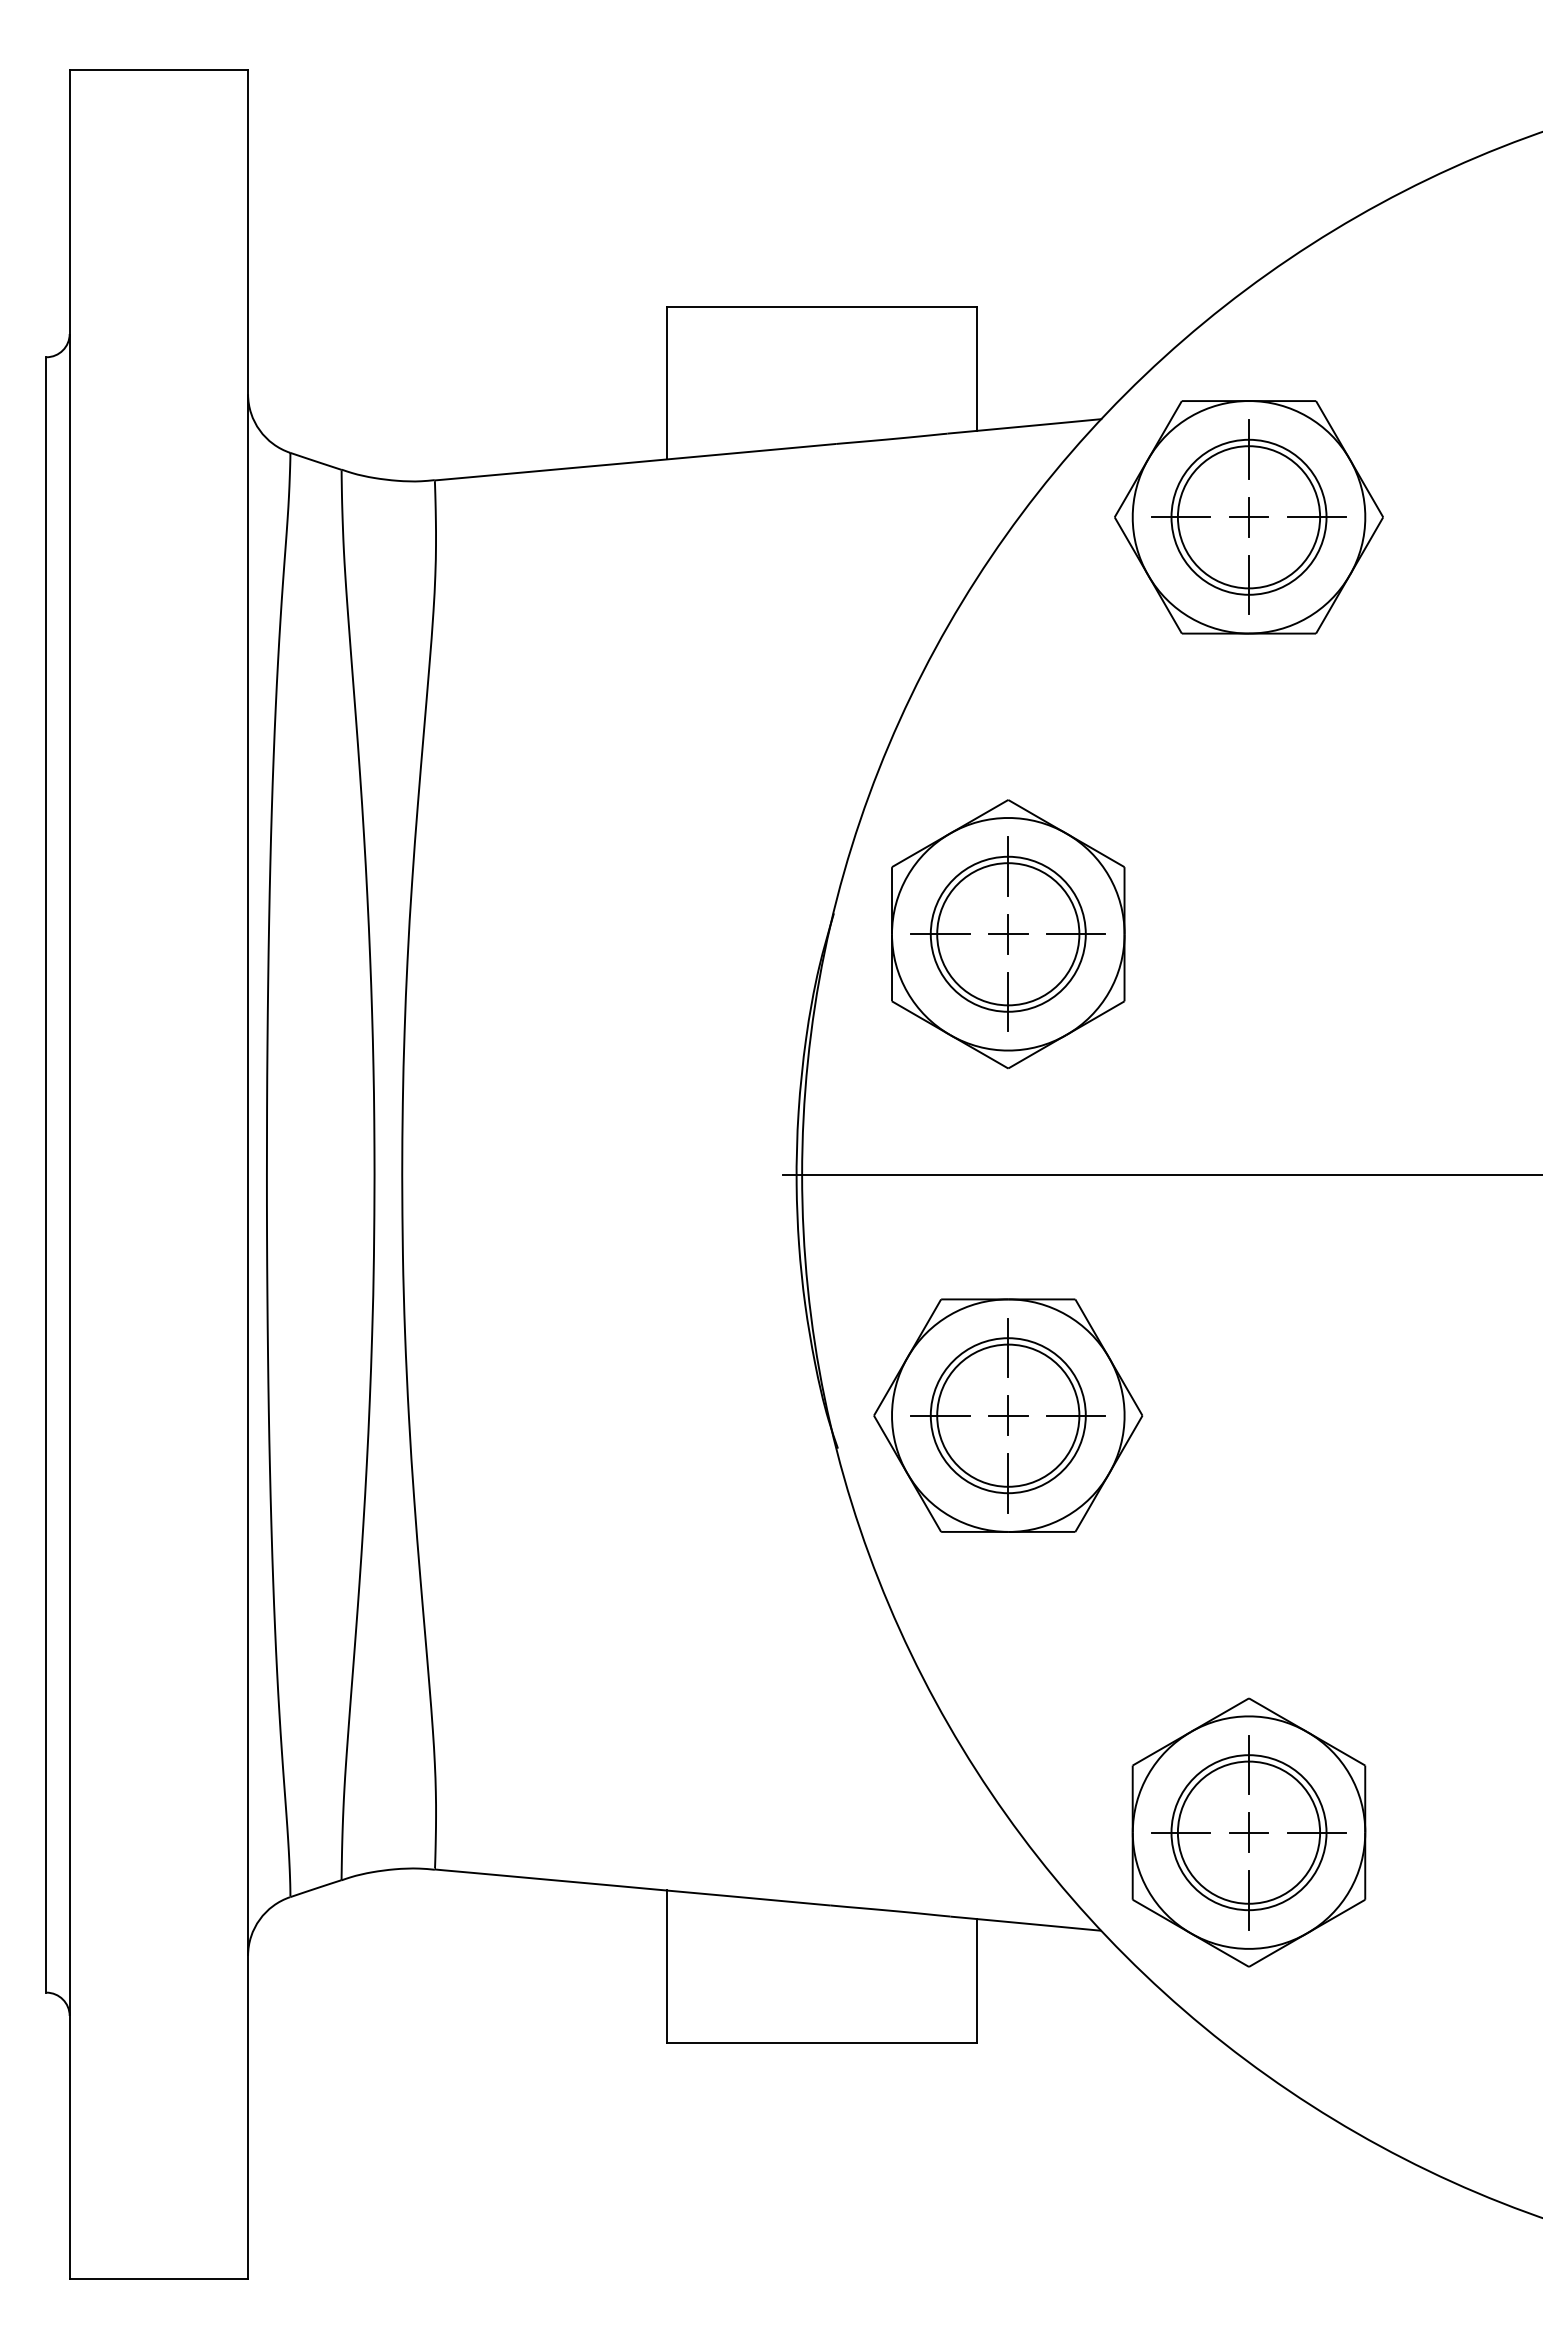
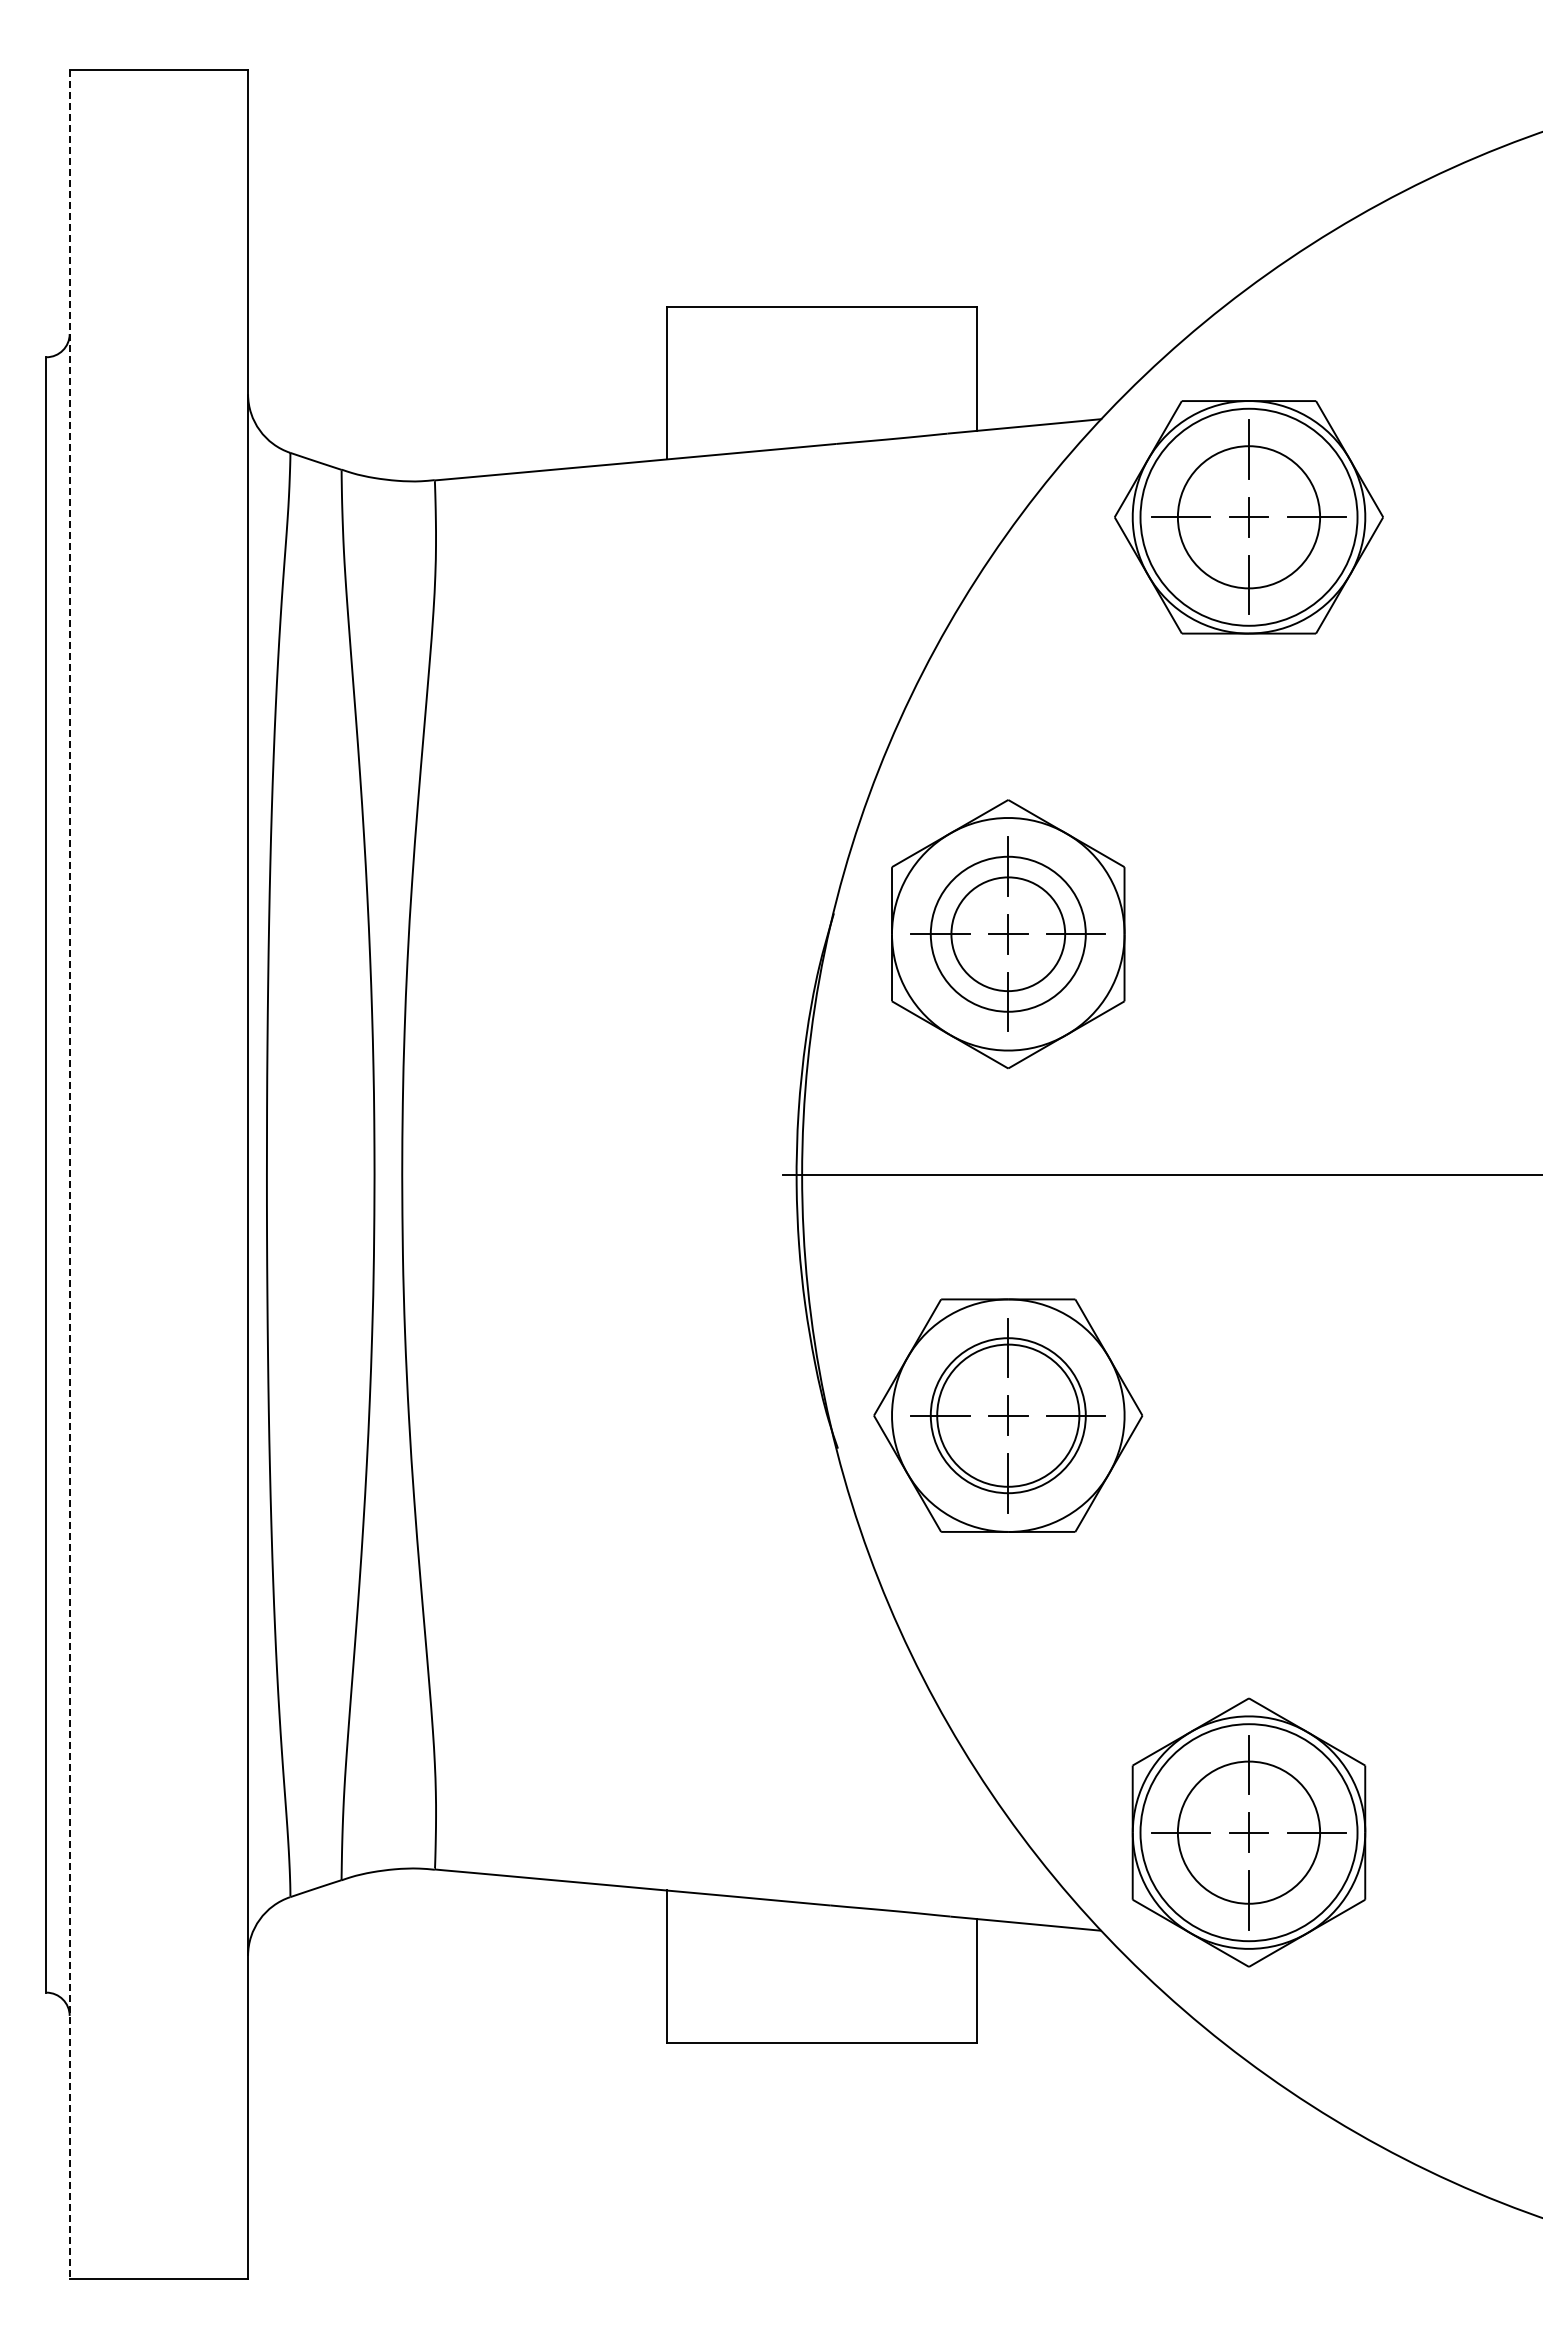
circle at (1248, 516) diameter: 155 px -> 217 px
circle at (1008, 934) diameter: 142 px -> 114 px
line at (69, 1175): solid -> dashed
circle at (1248, 1832) diameter: 155 px -> 217 px
